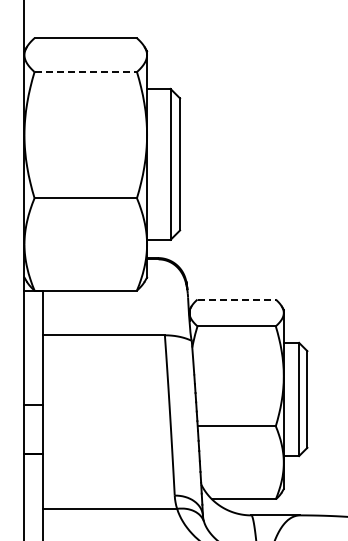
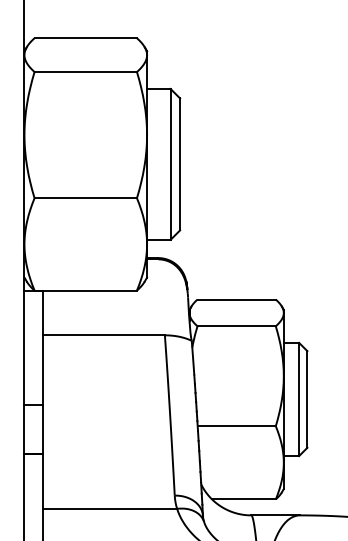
line at (86, 72): dashed -> solid
line at (237, 299): dashed -> solid
